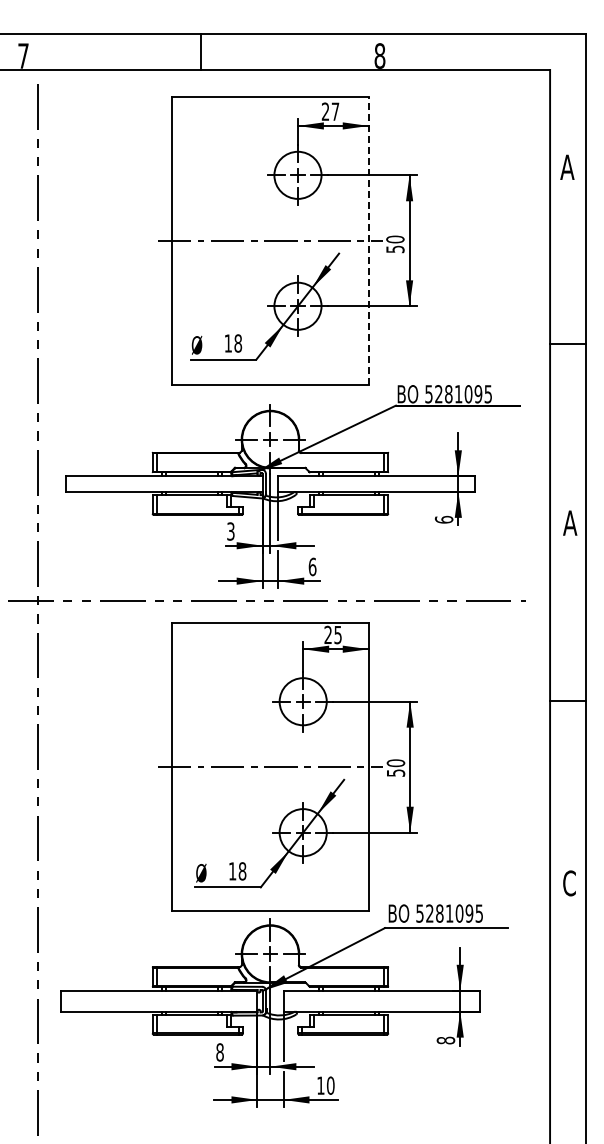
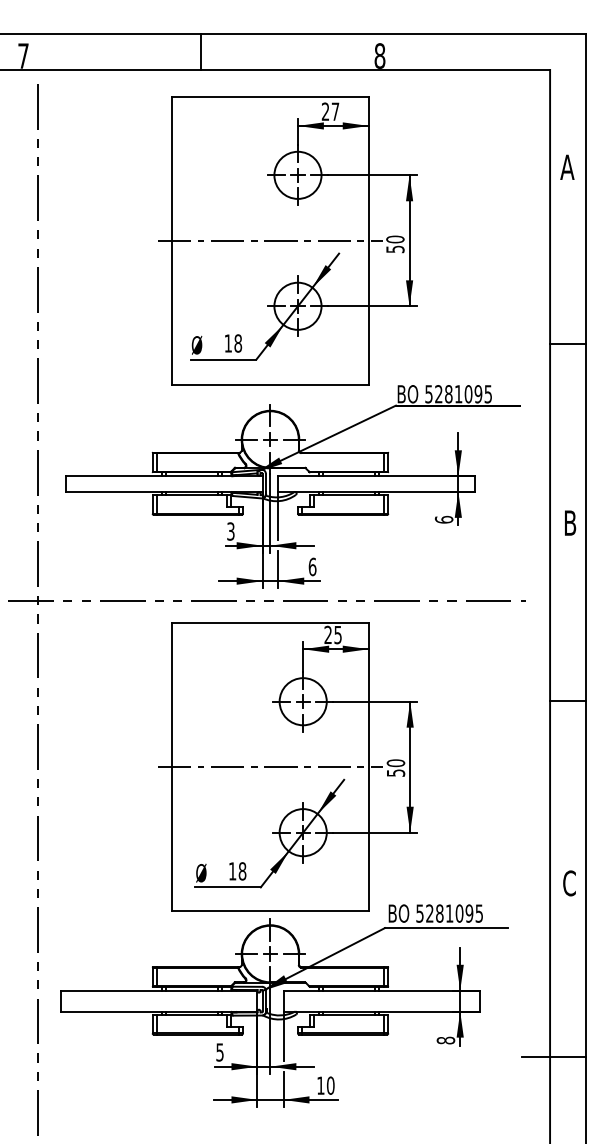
line at (368, 240): dashed -> solid
text at (570, 522): A -> B
text at (219, 1052): 8 -> 5
line at (553, 1057): none -> present
